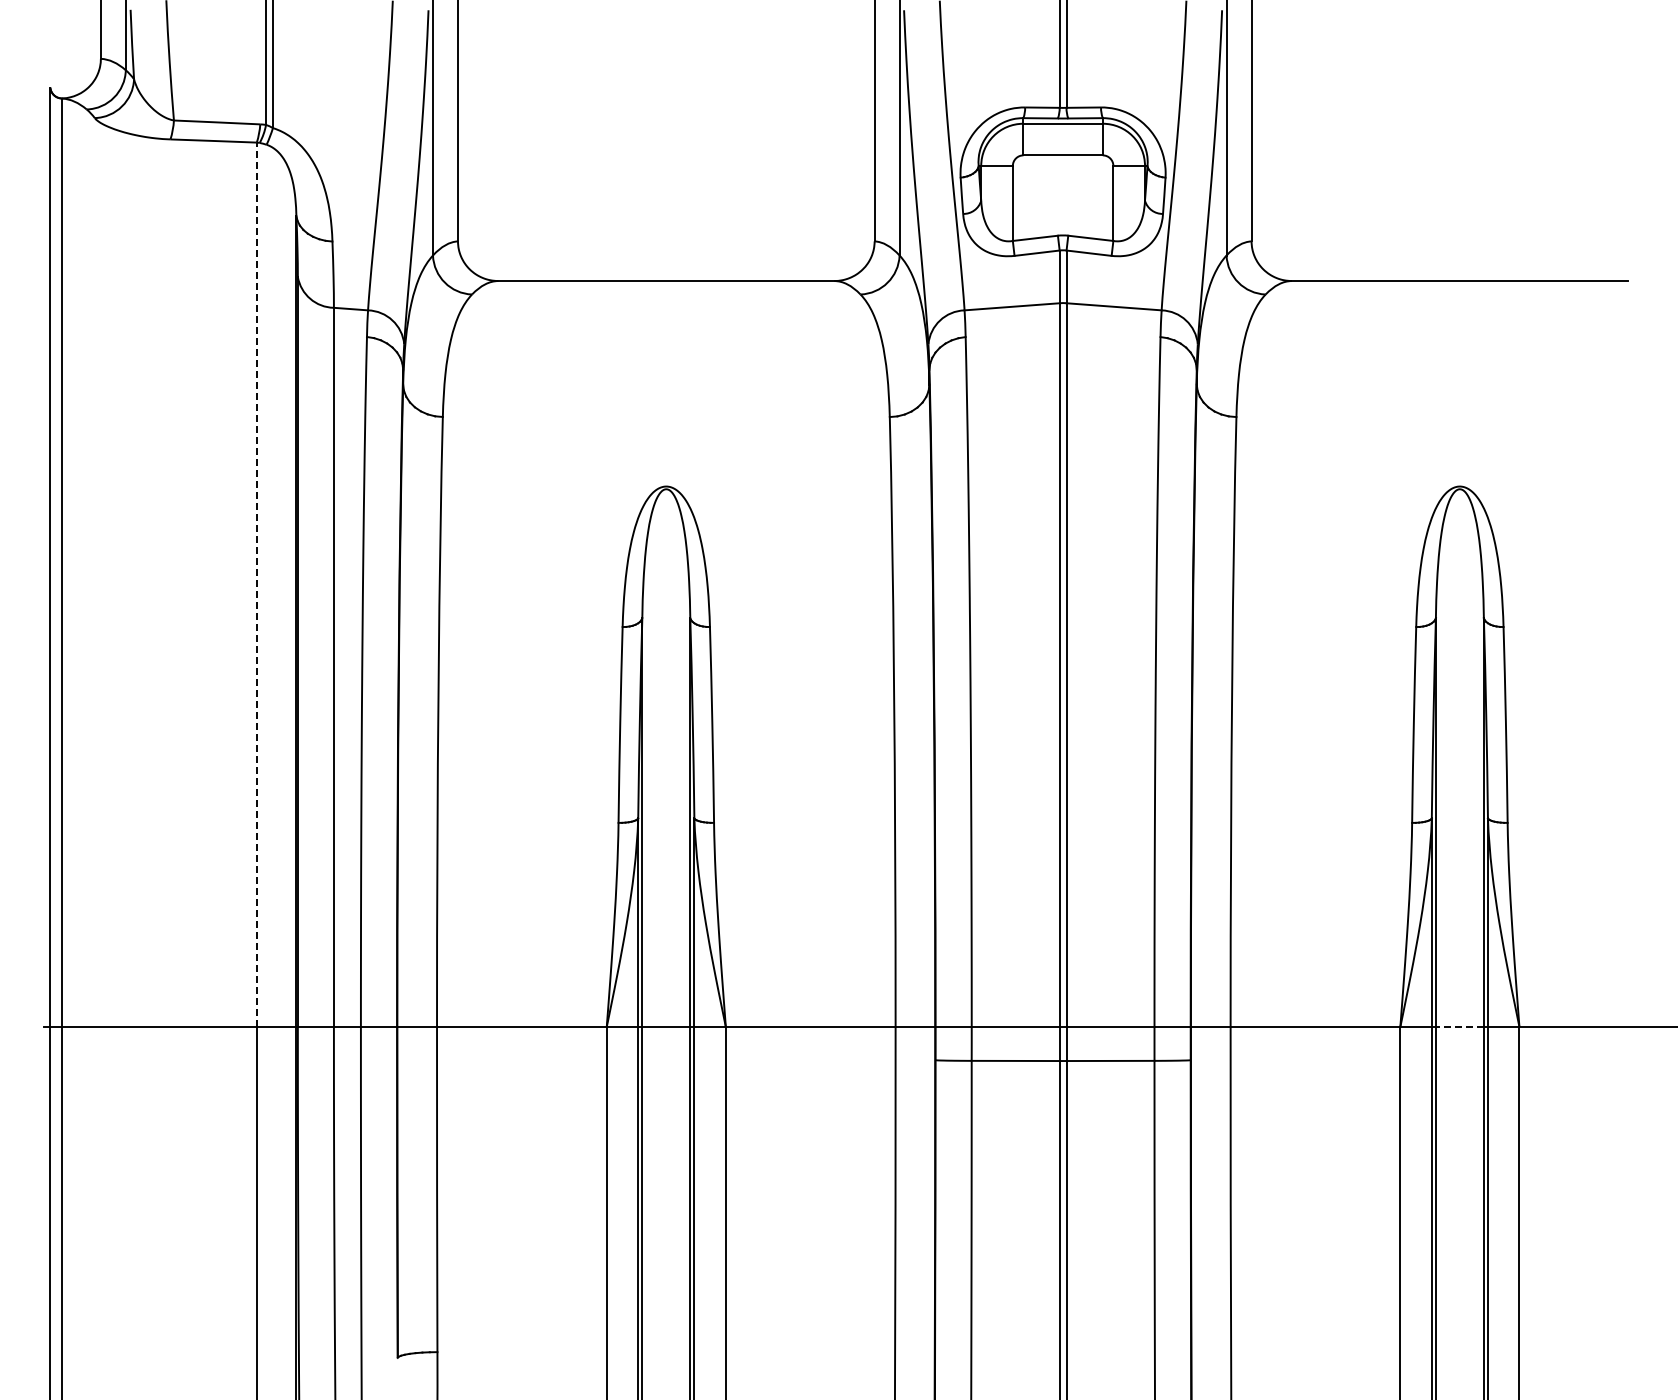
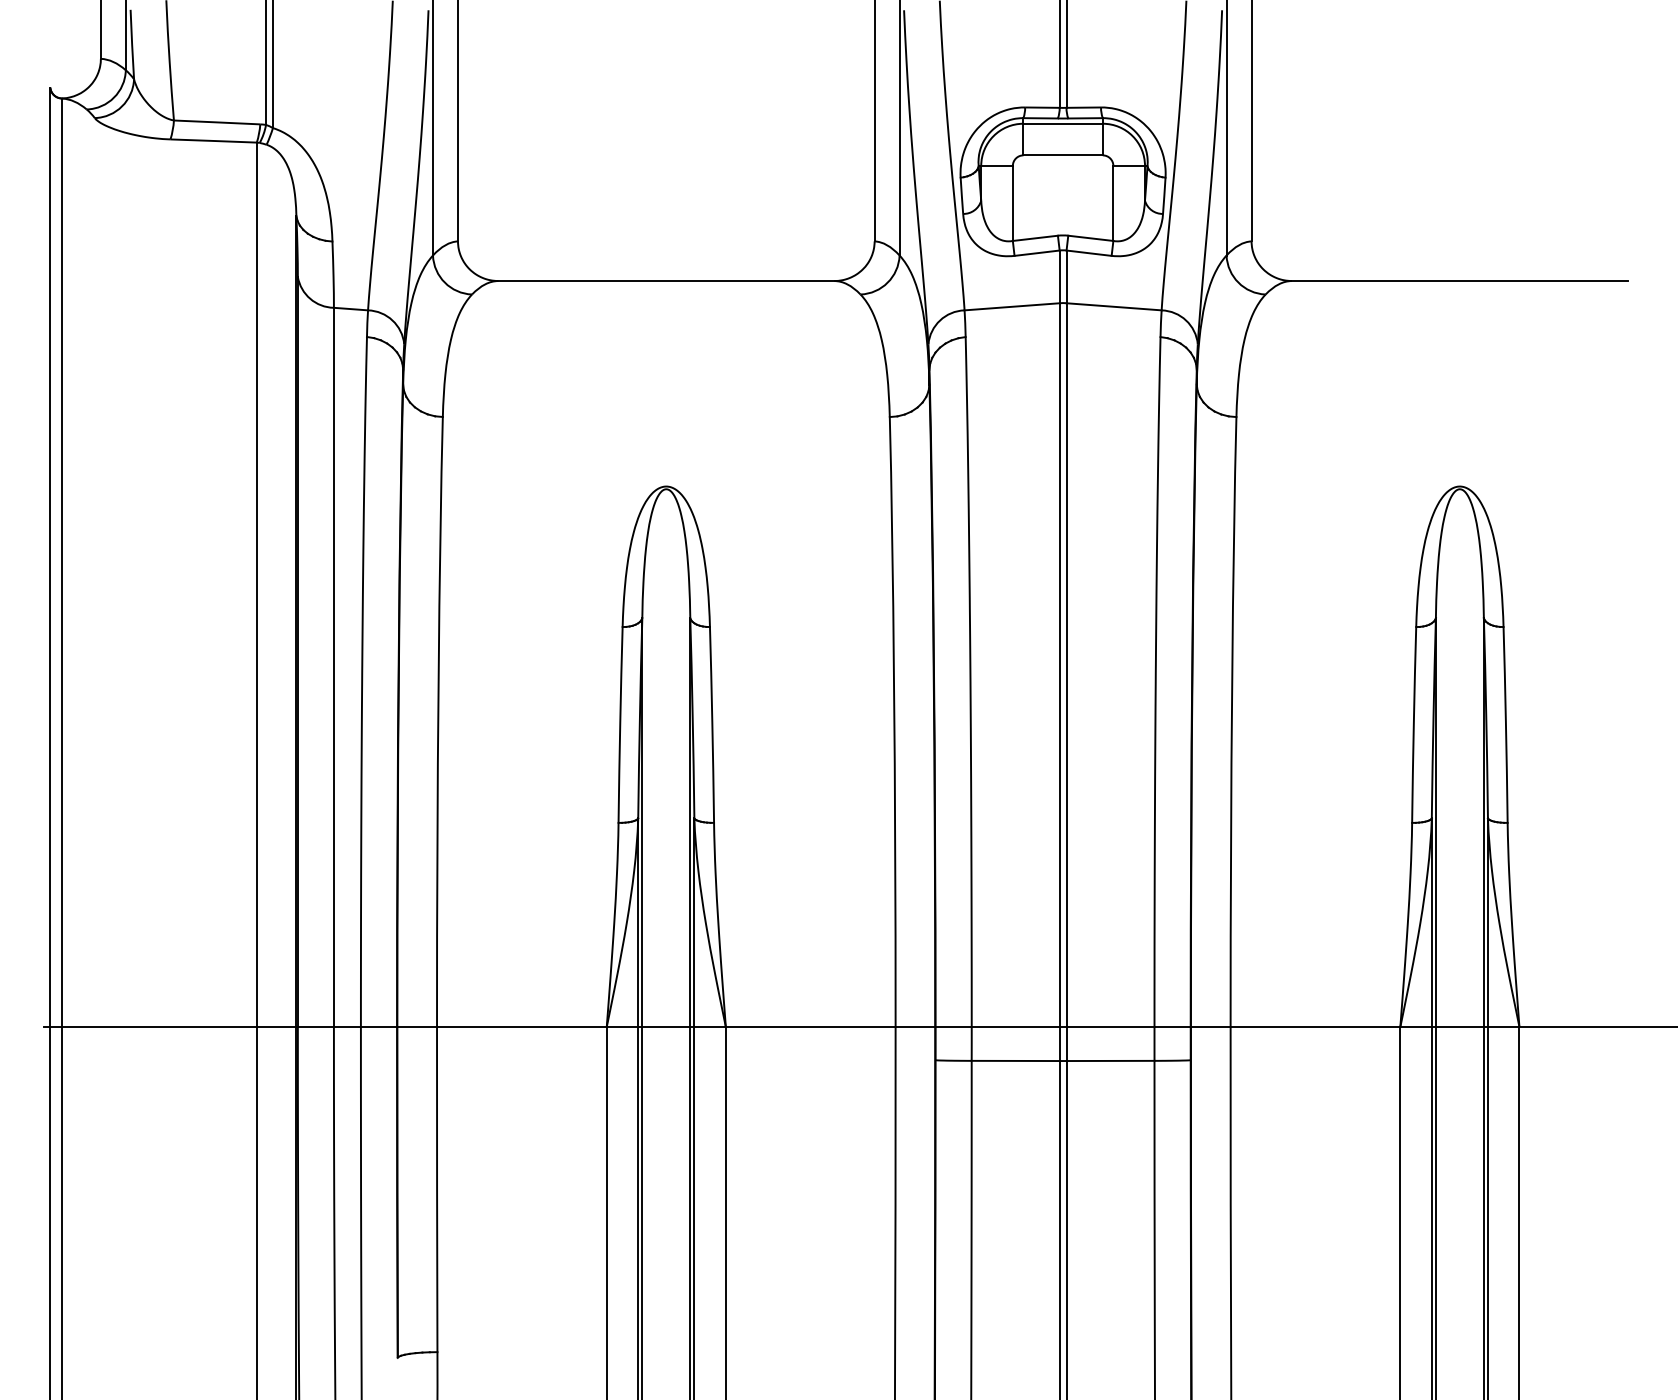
line at (256, 584): dashed -> solid
line at (1459, 1027): dashed -> solid
